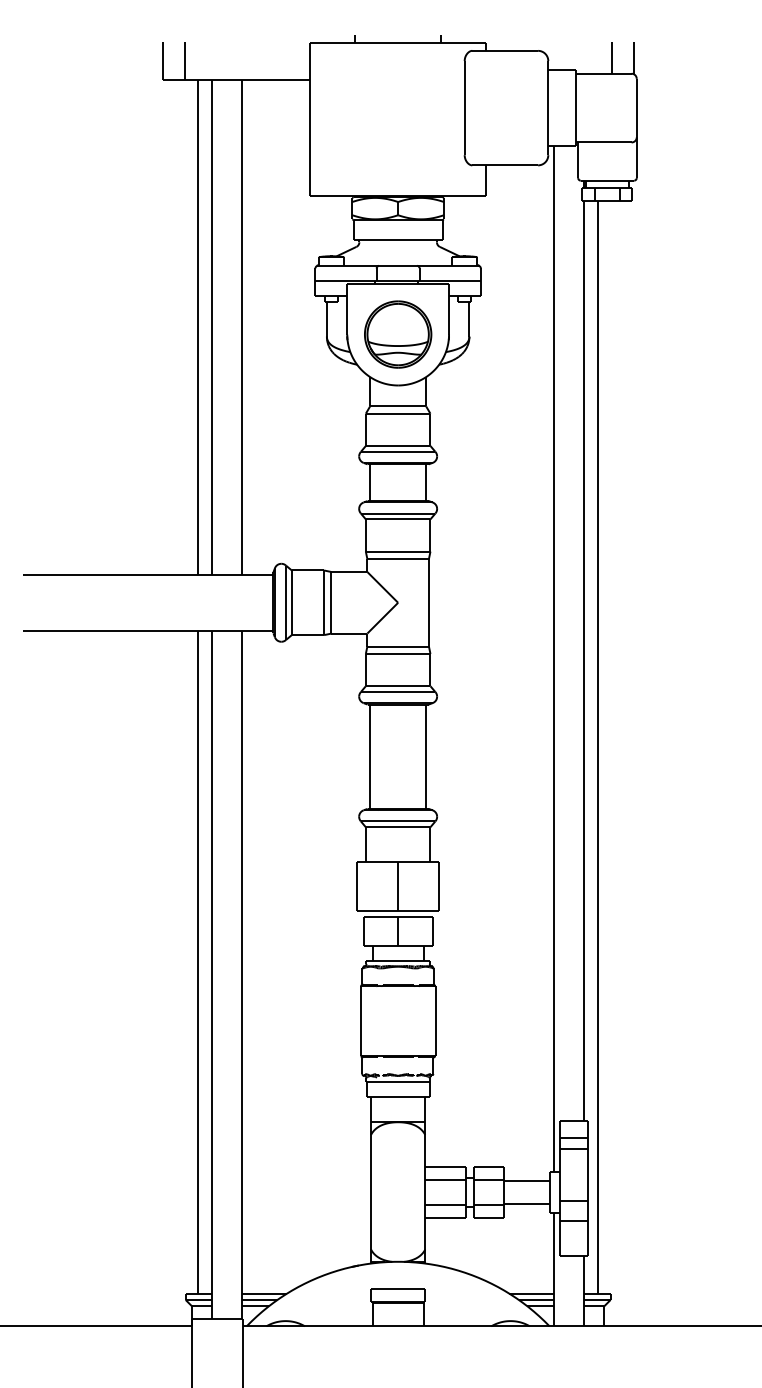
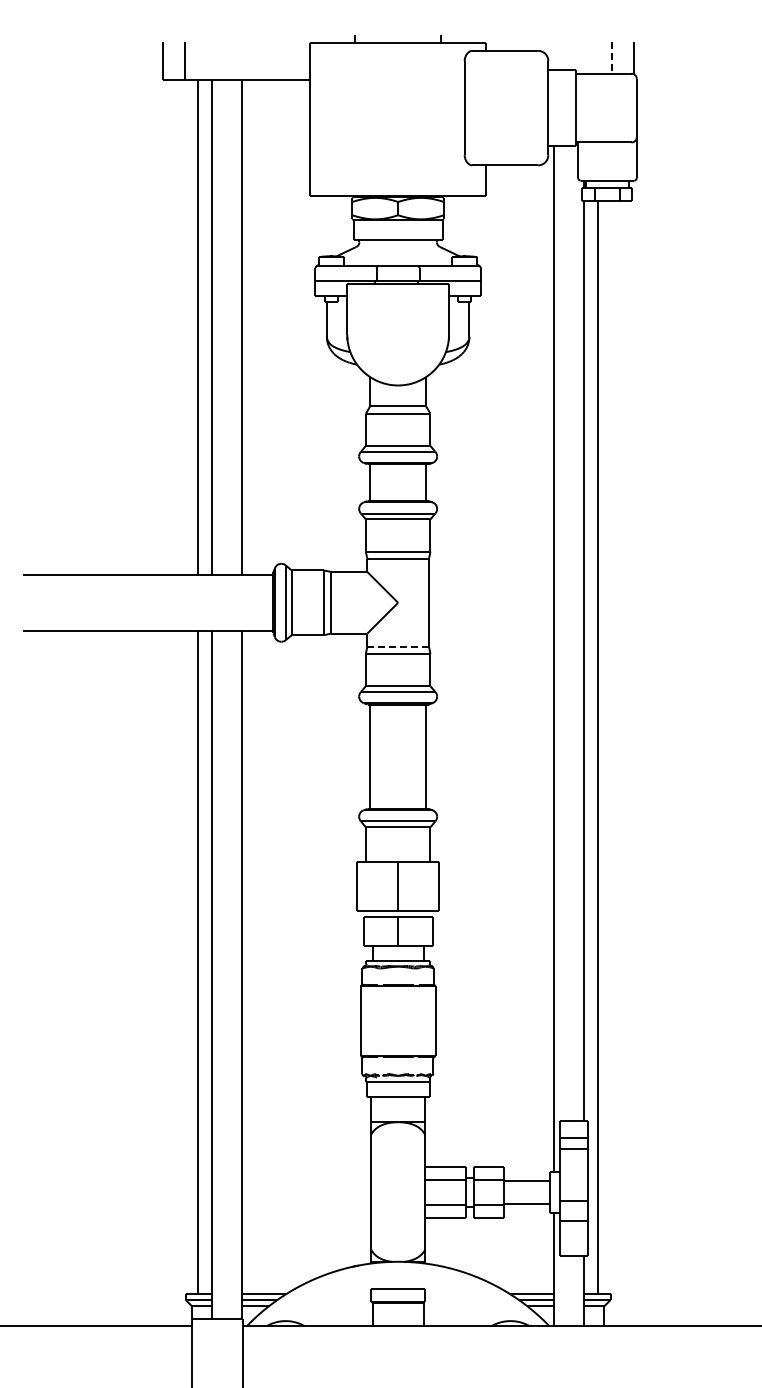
line at (611, 58): solid -> dashed
part at (398, 334): present -> none
line at (401, 646): solid -> dashed
